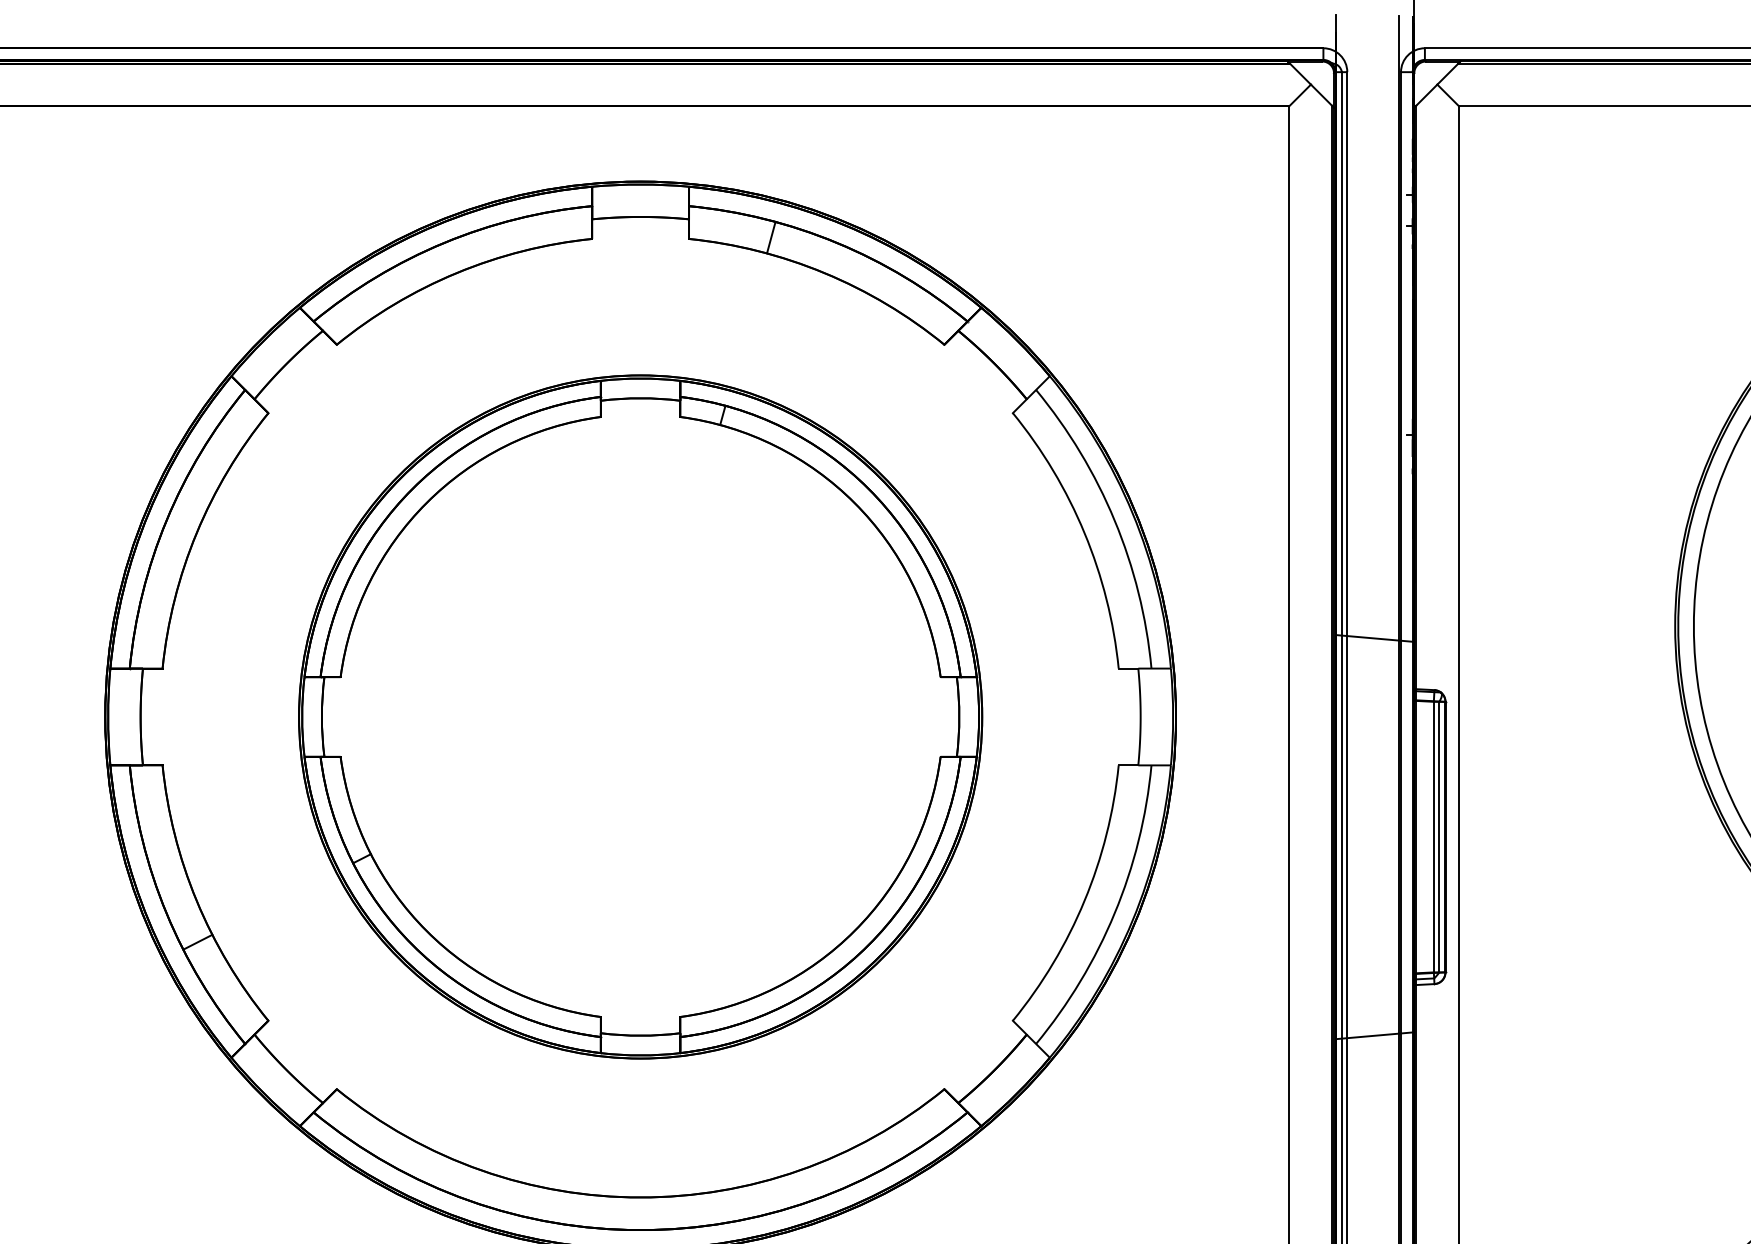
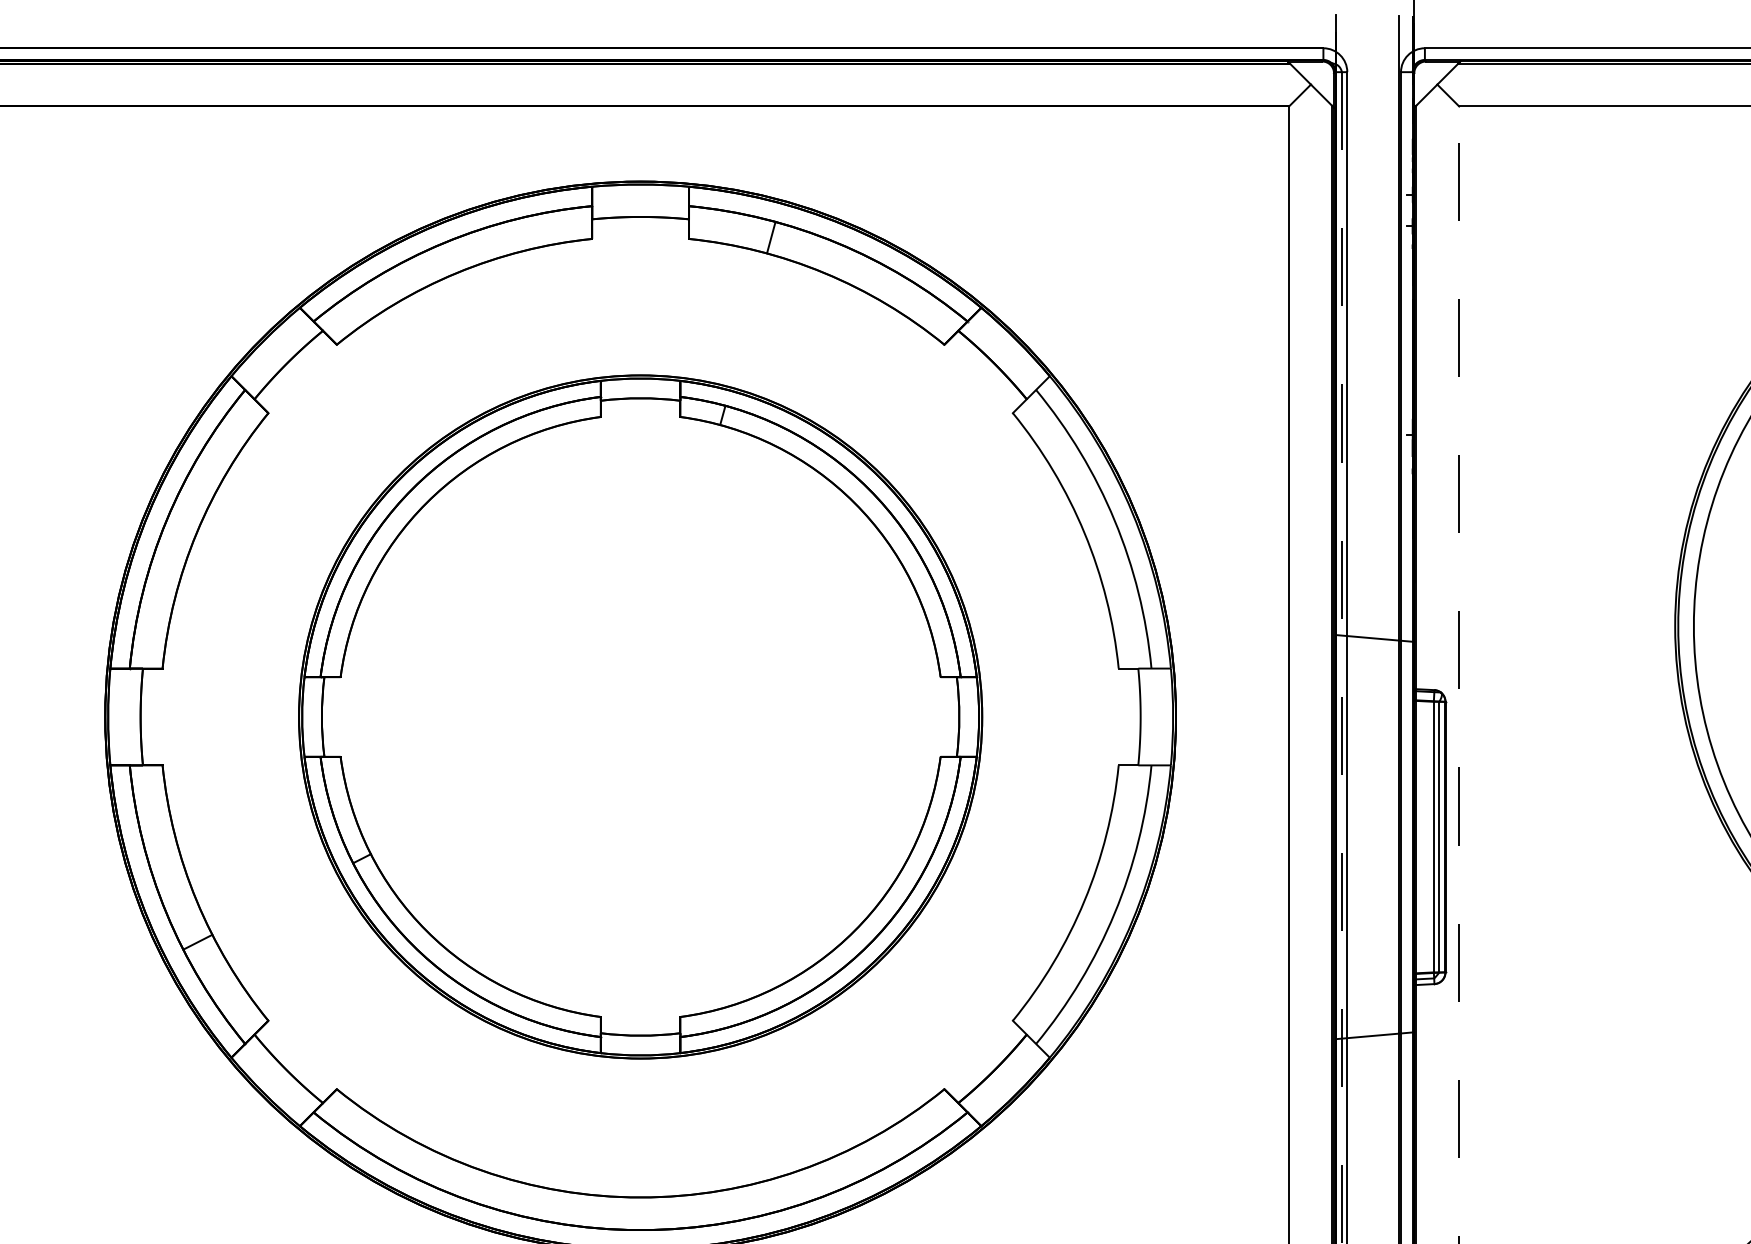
line at (1341, 657): solid -> dashed
line at (1459, 674): solid -> dashed
